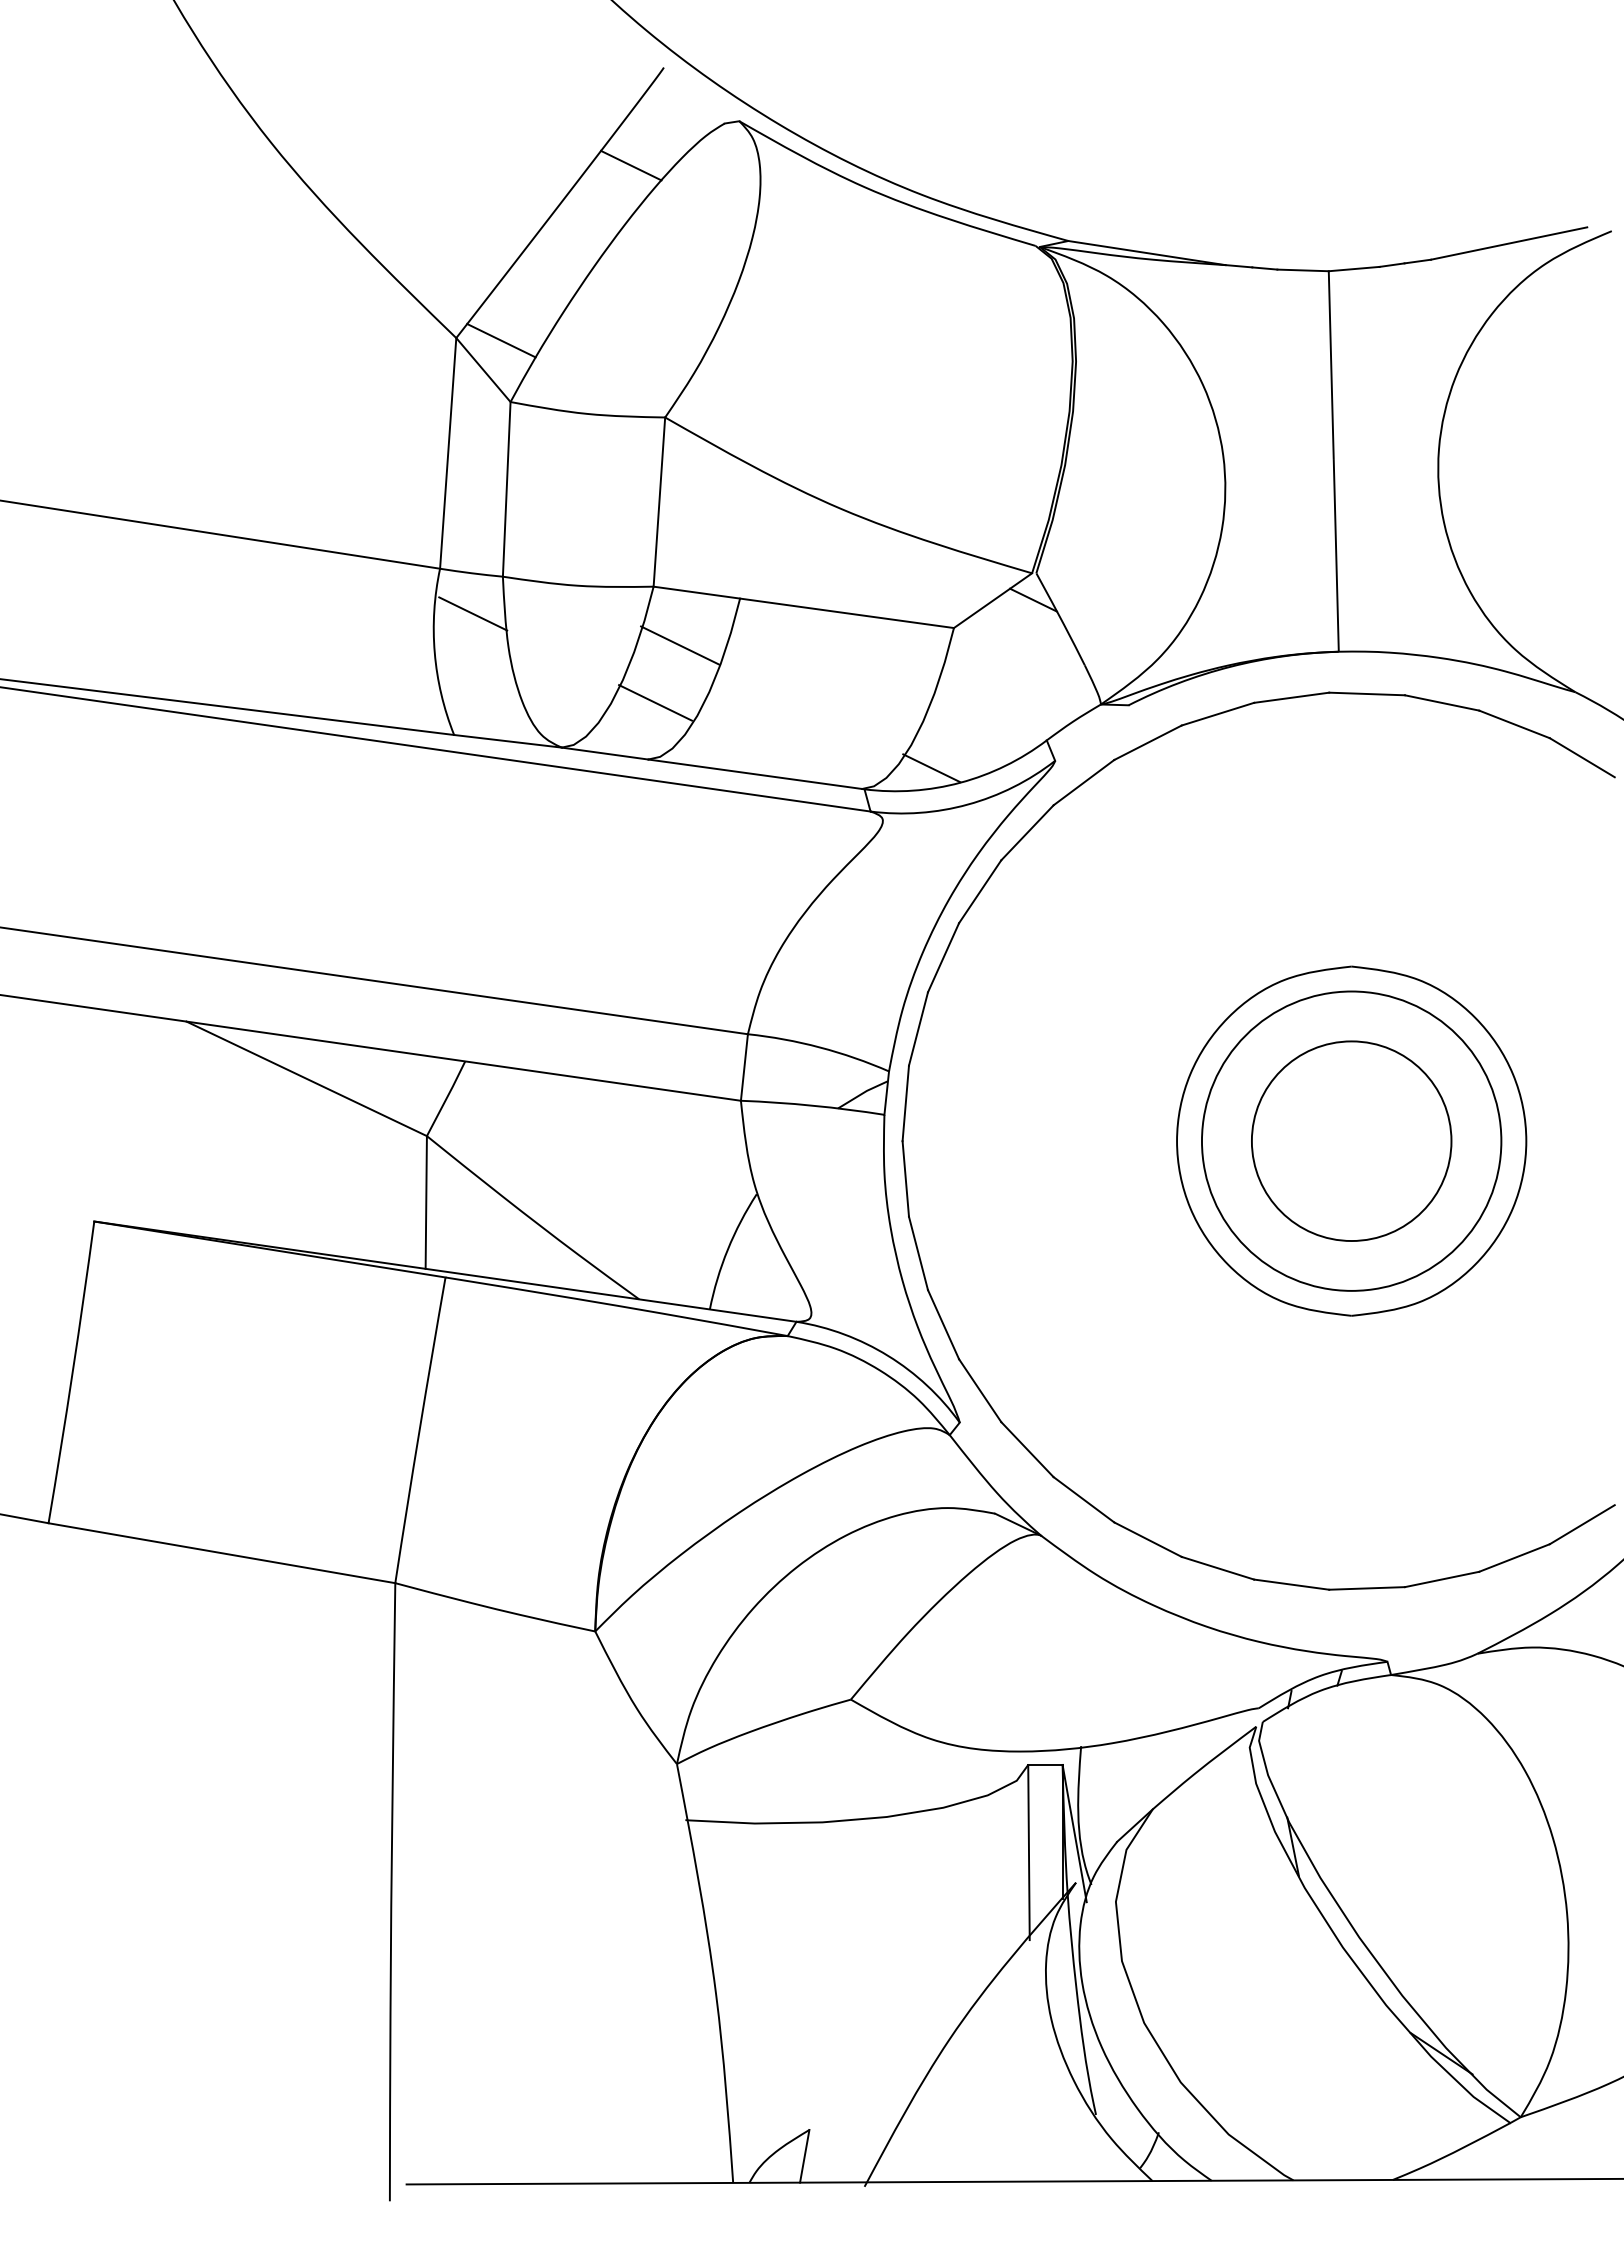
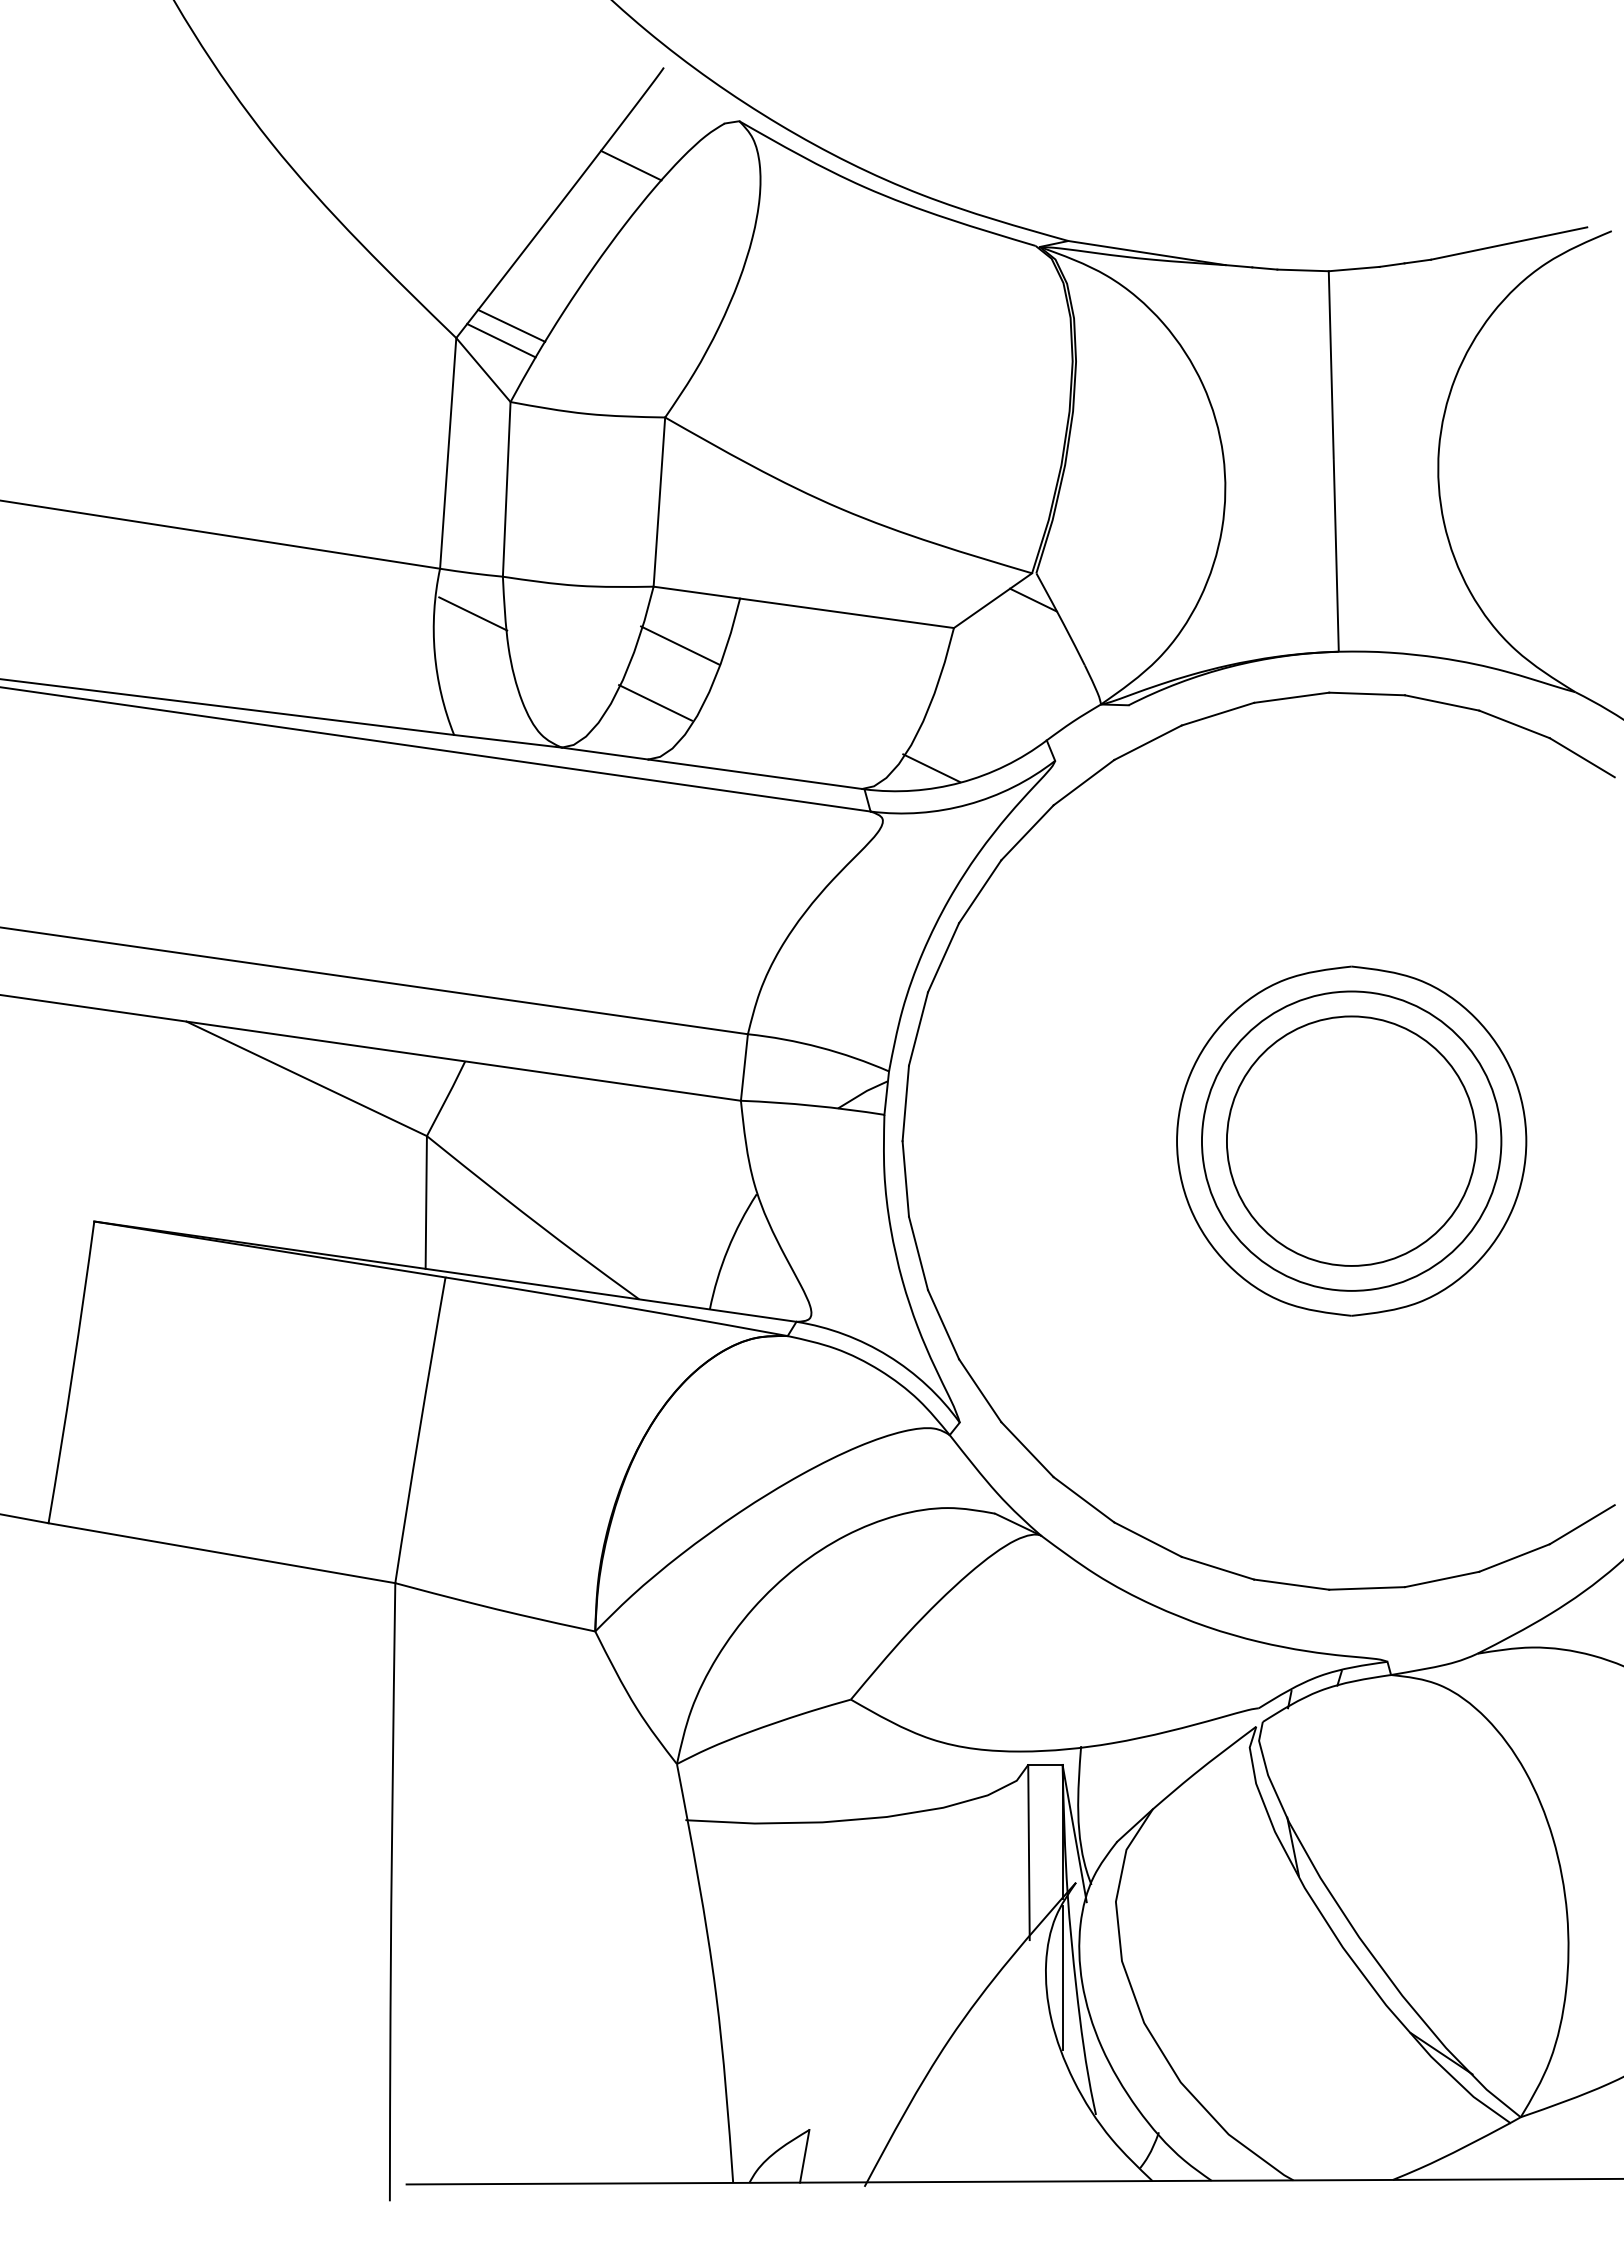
line at (511, 325): none -> present
circle at (1351, 1141) diameter: 200 px -> 249 px
line at (1062, 1977): none -> present
